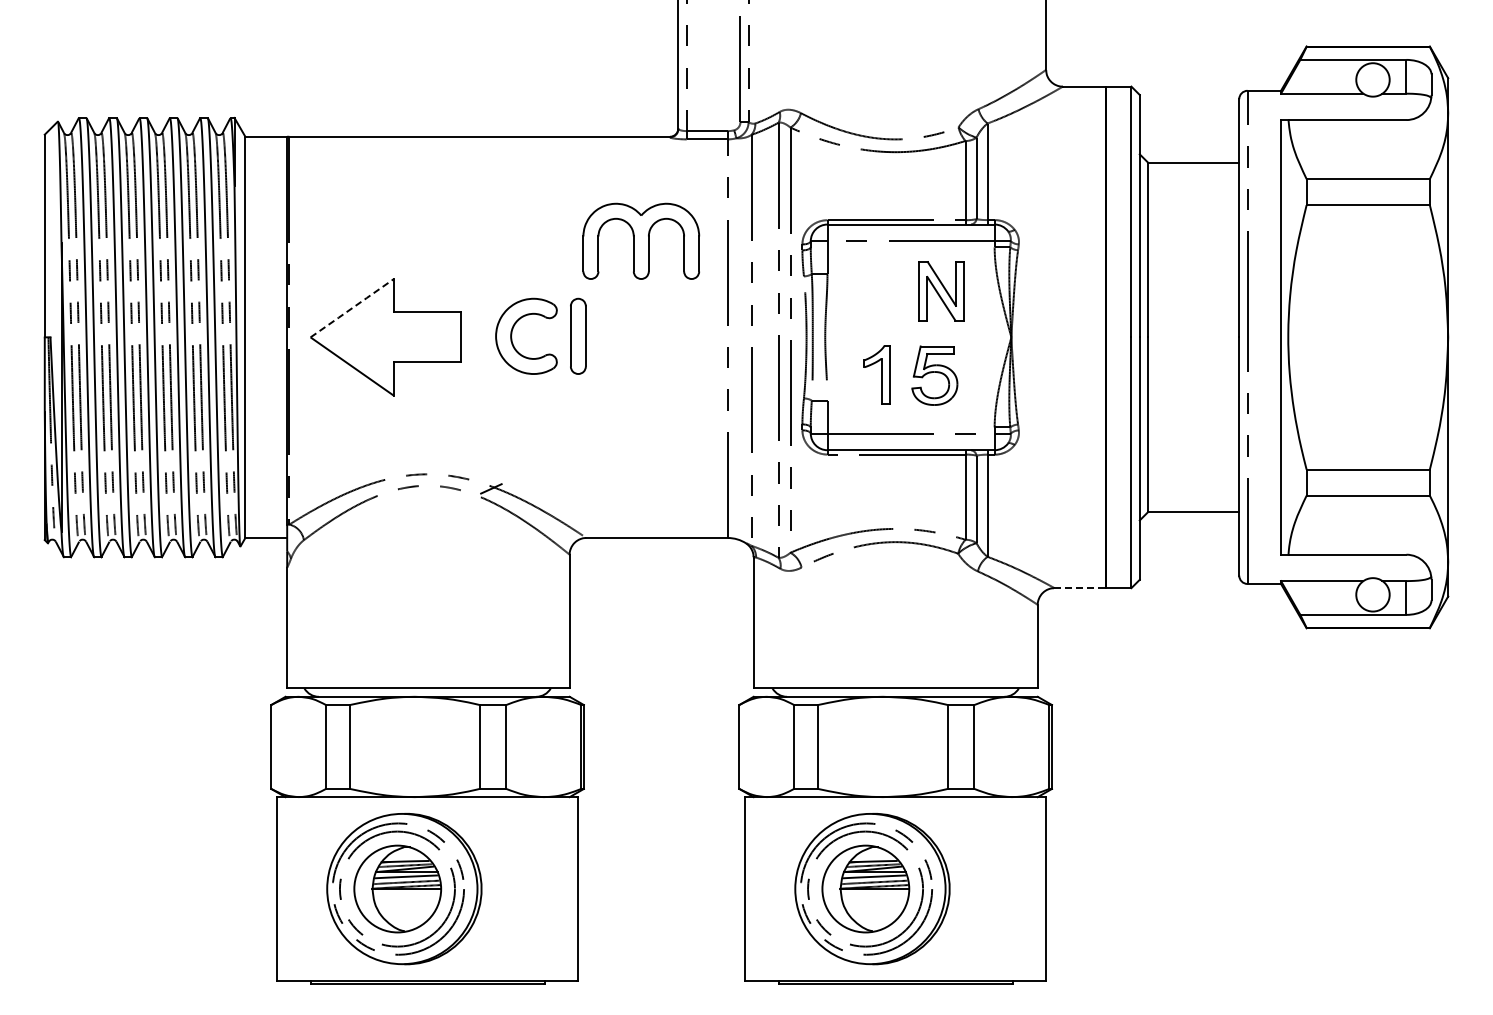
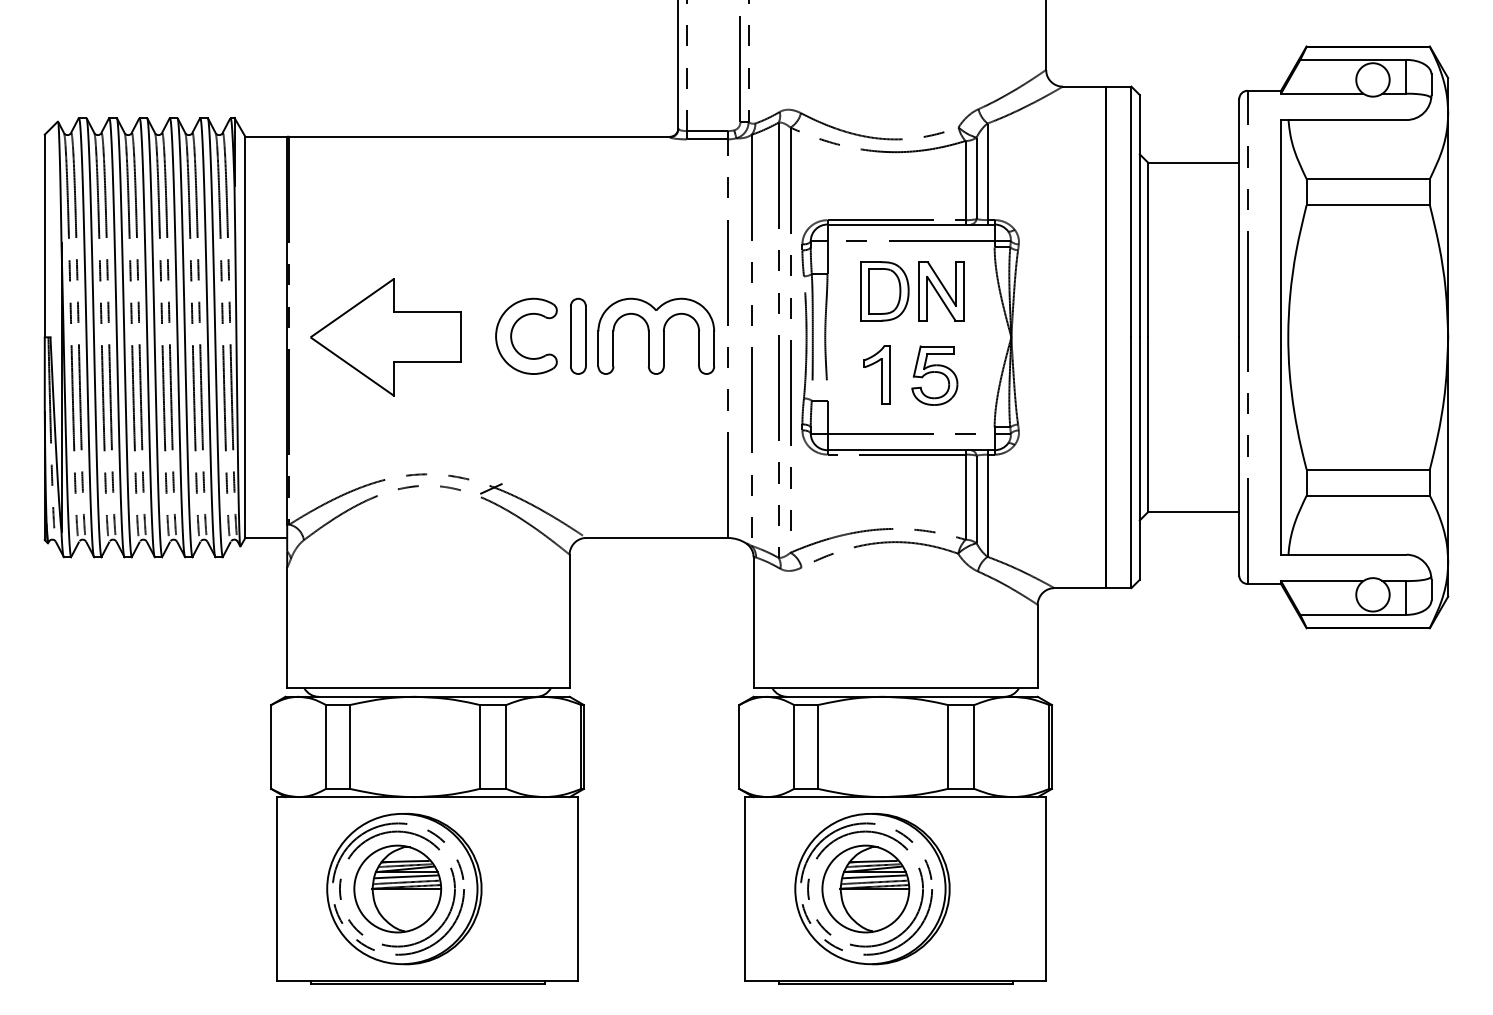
part at (641, 240) position: (641, 240) -> (656, 335)
part at (884, 291): none -> present
line at (352, 308): dashed -> solid
line at (1080, 588): dashed -> solid
